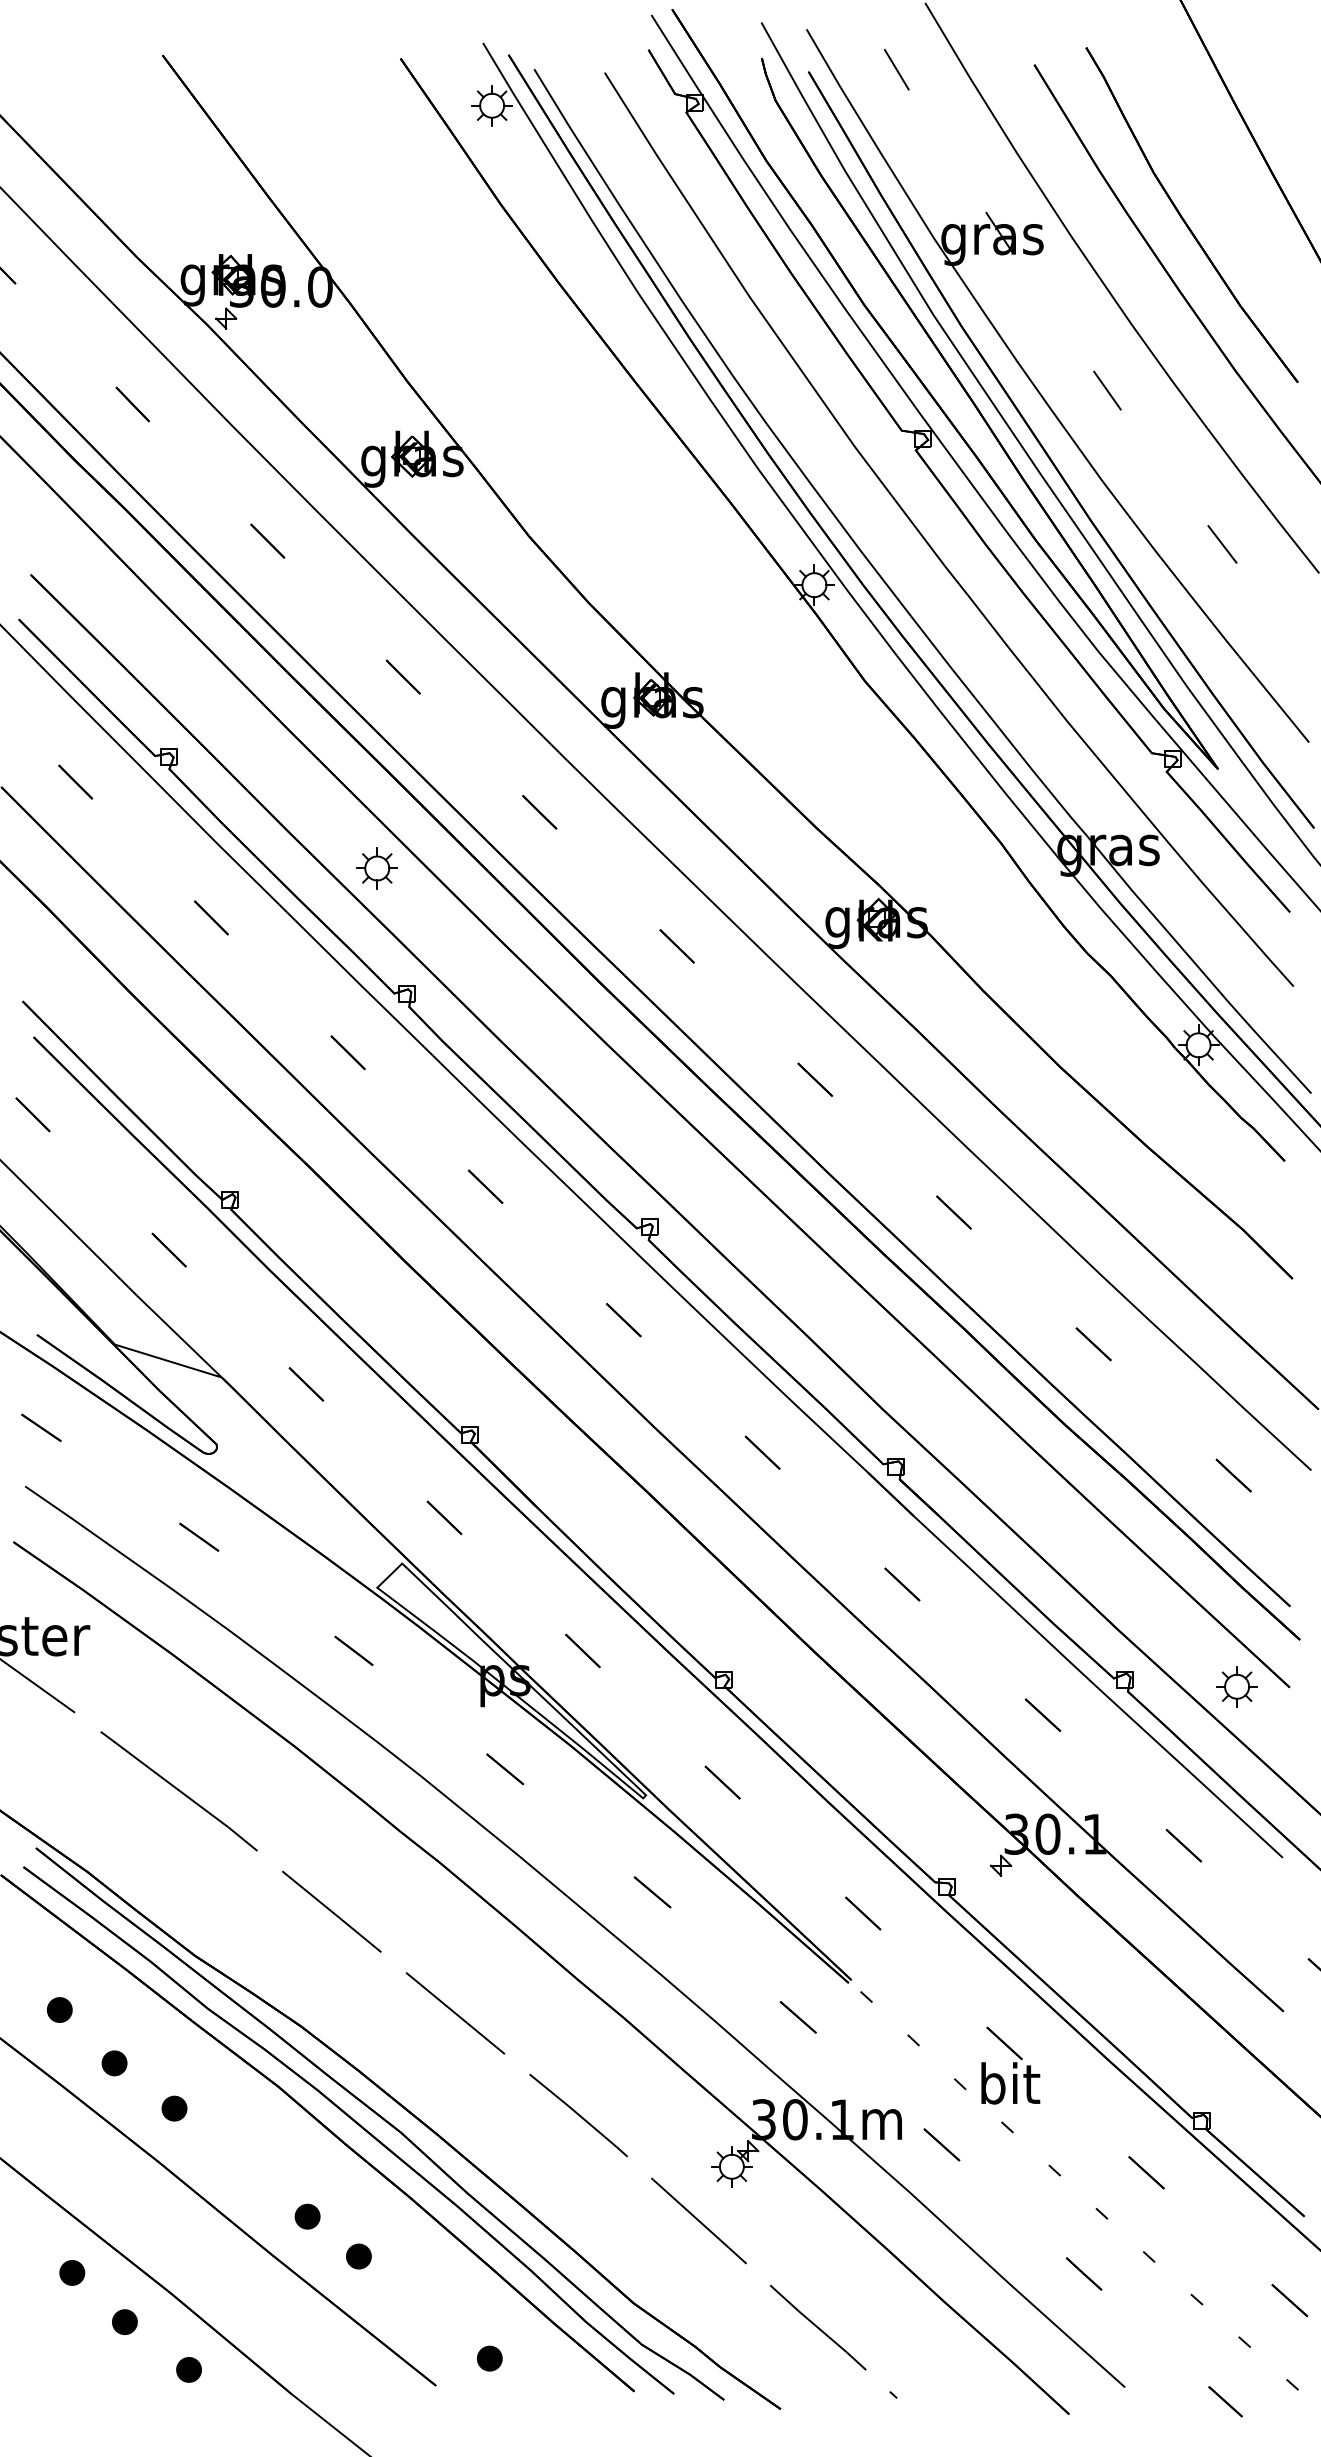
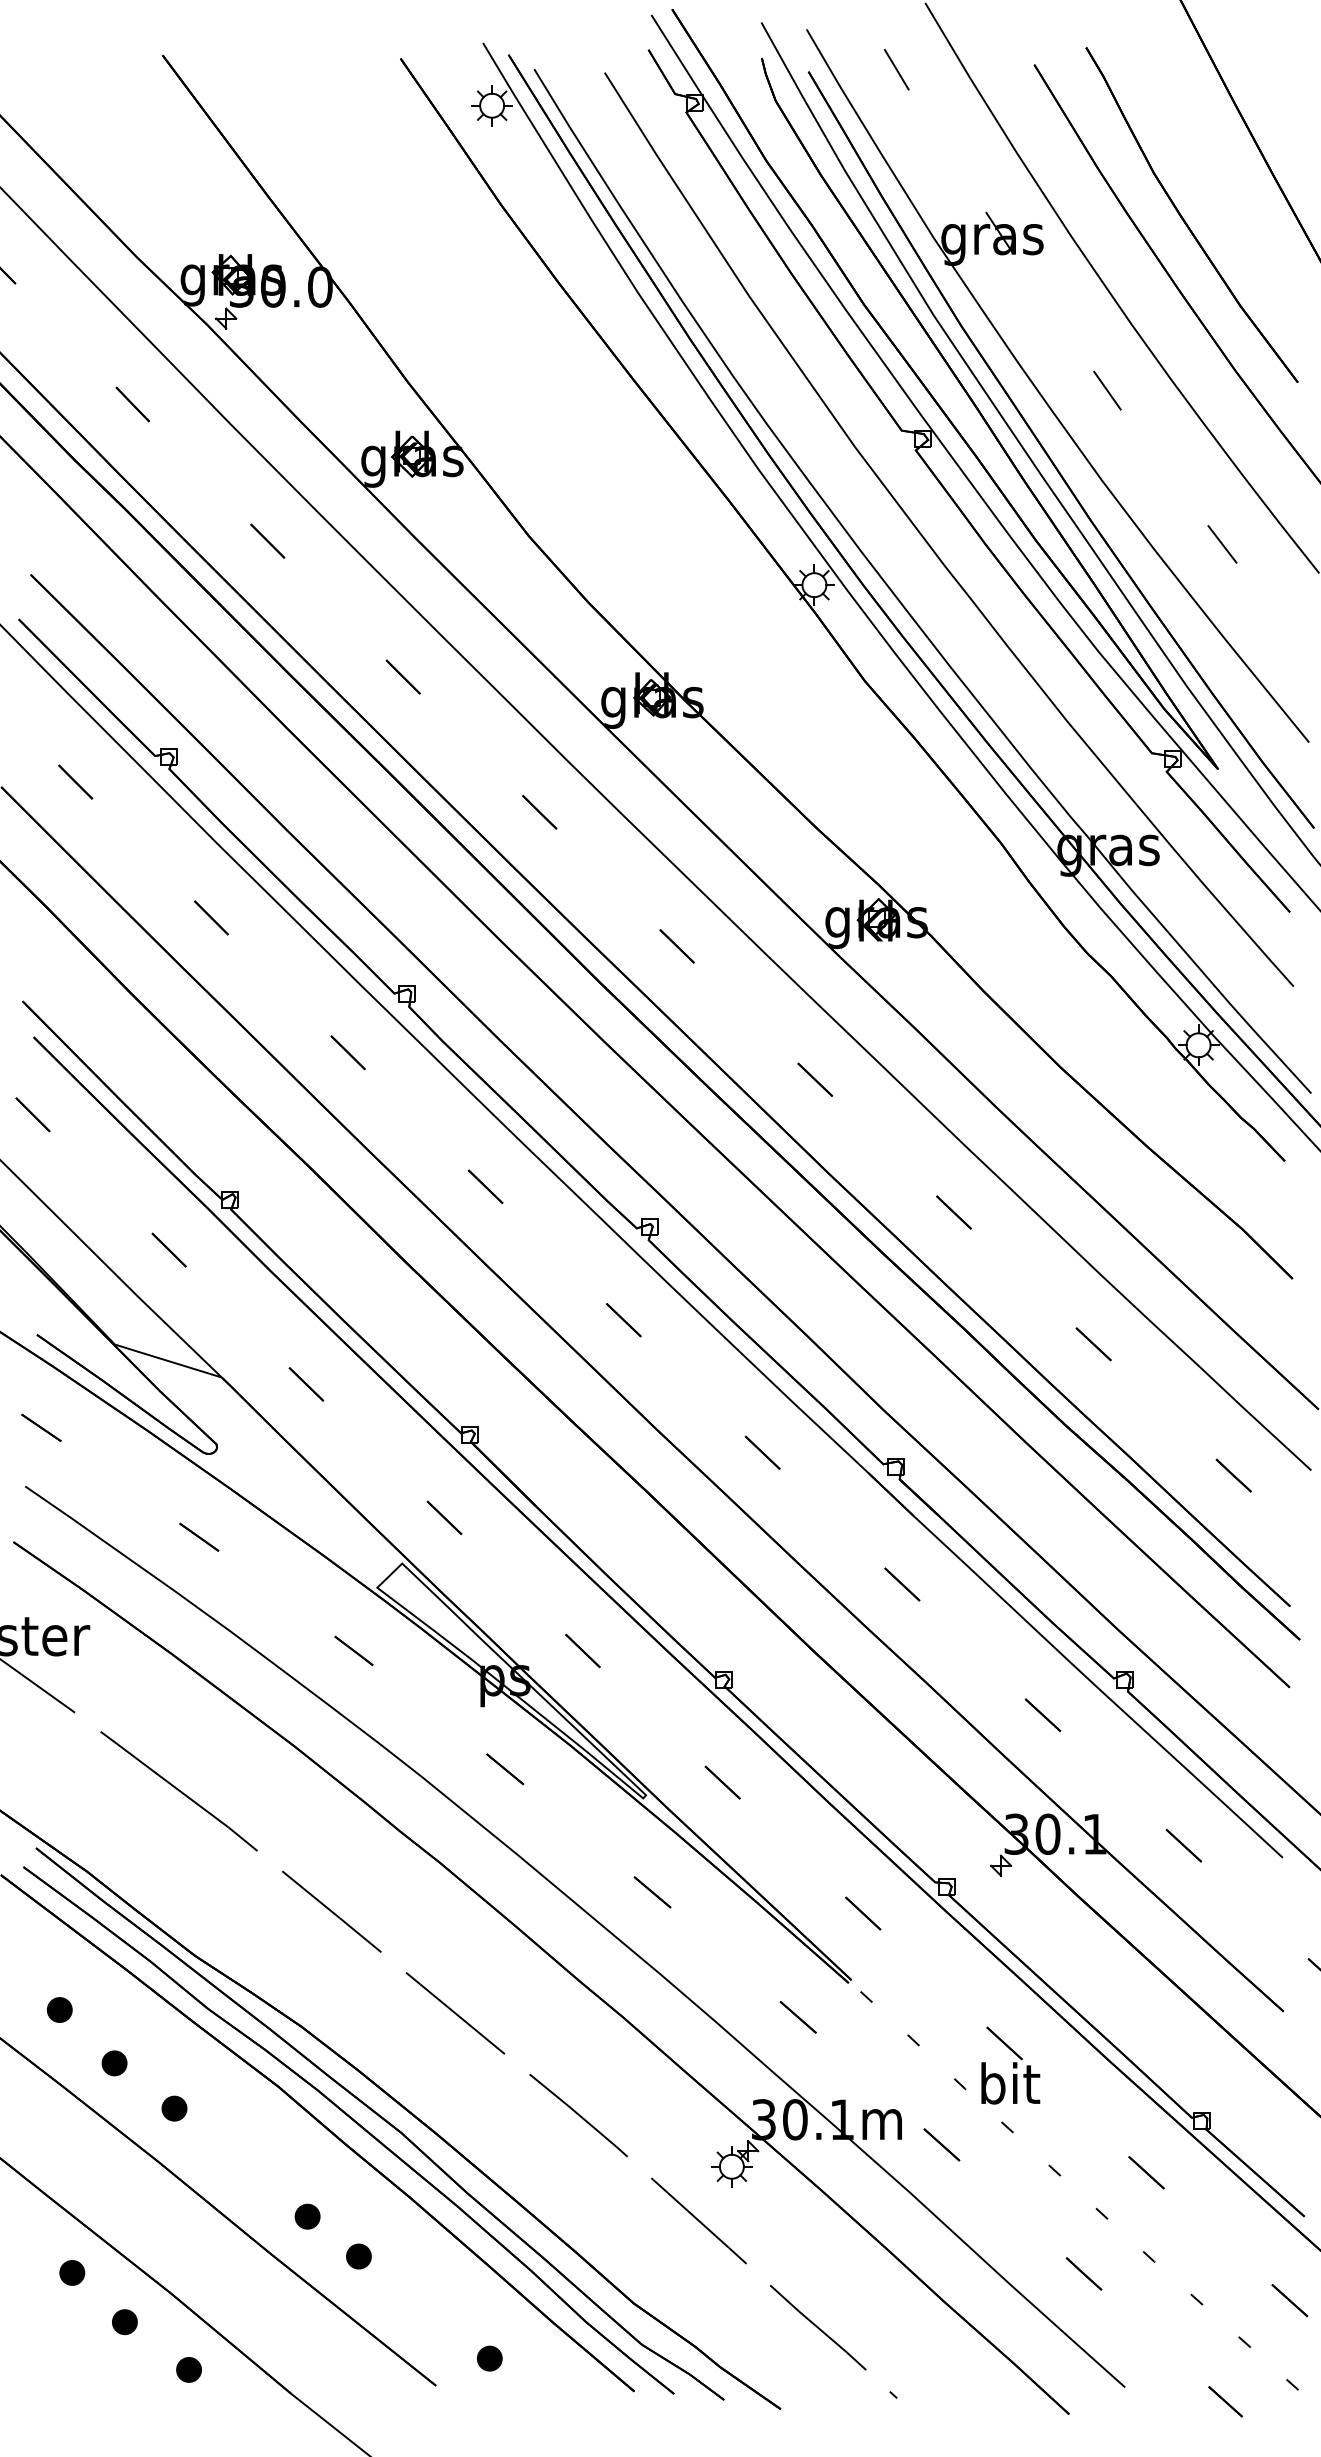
part at (376, 868): present -> none
part at (1236, 1686): present -> none
